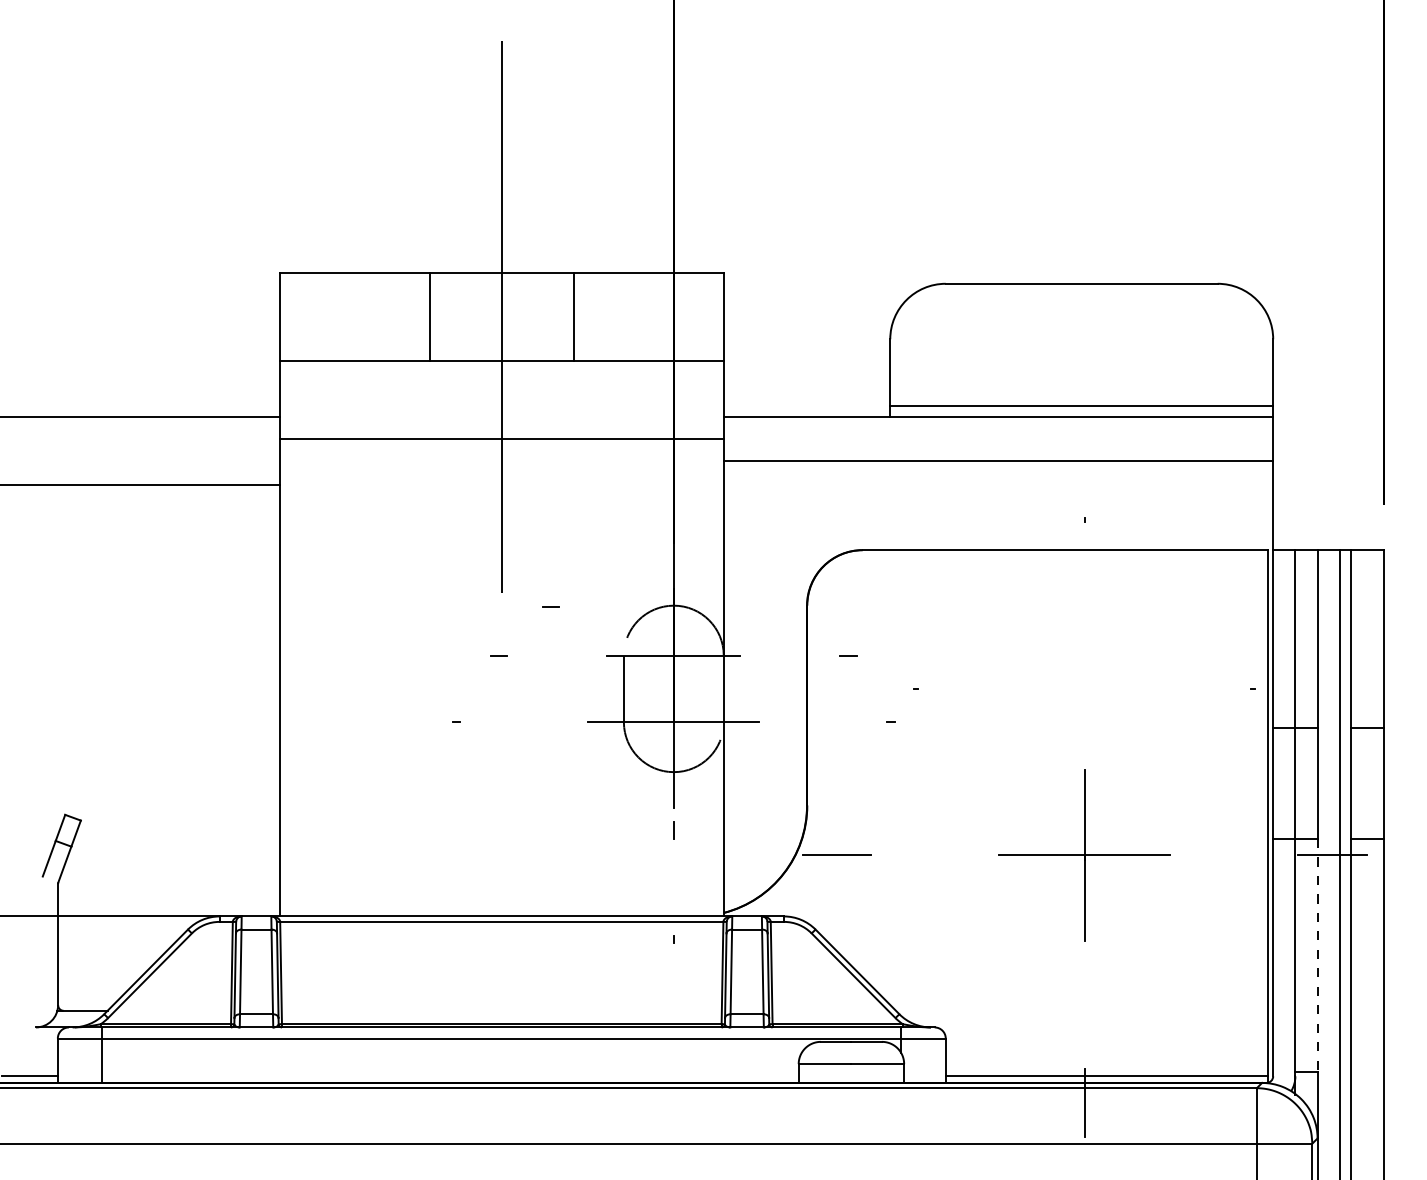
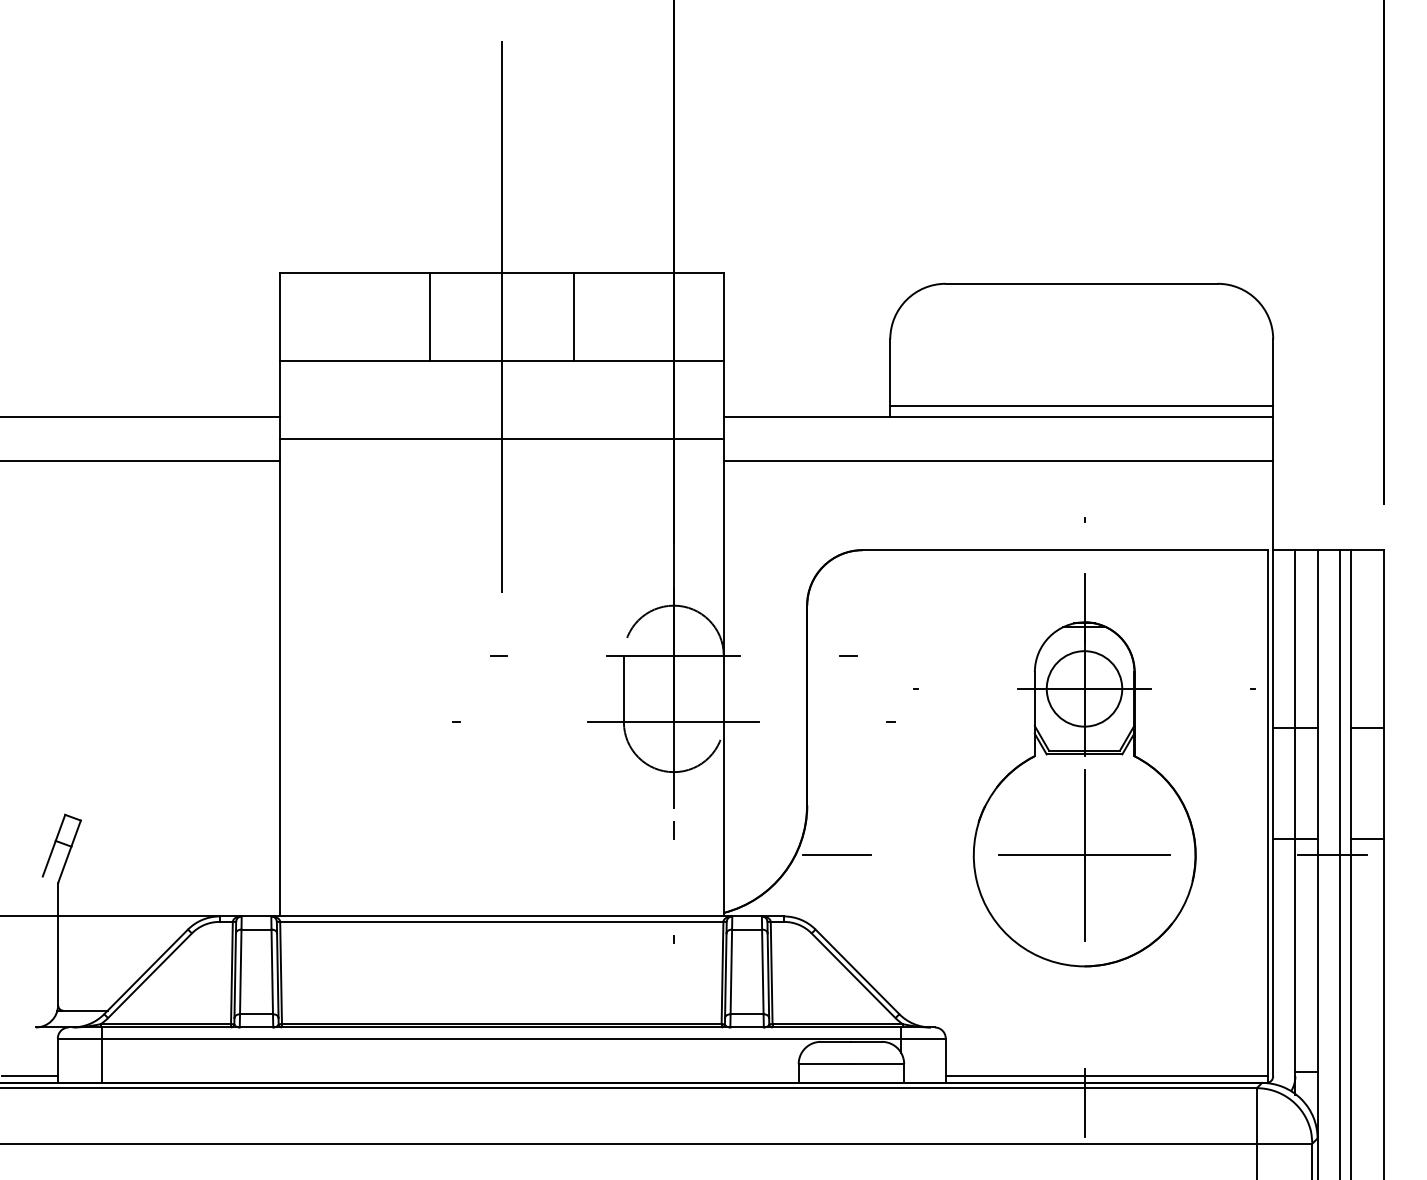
line at (140, 485) position: (140, 485) -> (140, 461)
line at (550, 606): present -> none
part at (1084, 770): none -> present
line at (1317, 955): dashed -> solid
